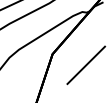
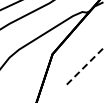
line at (86, 65): solid -> dashed
